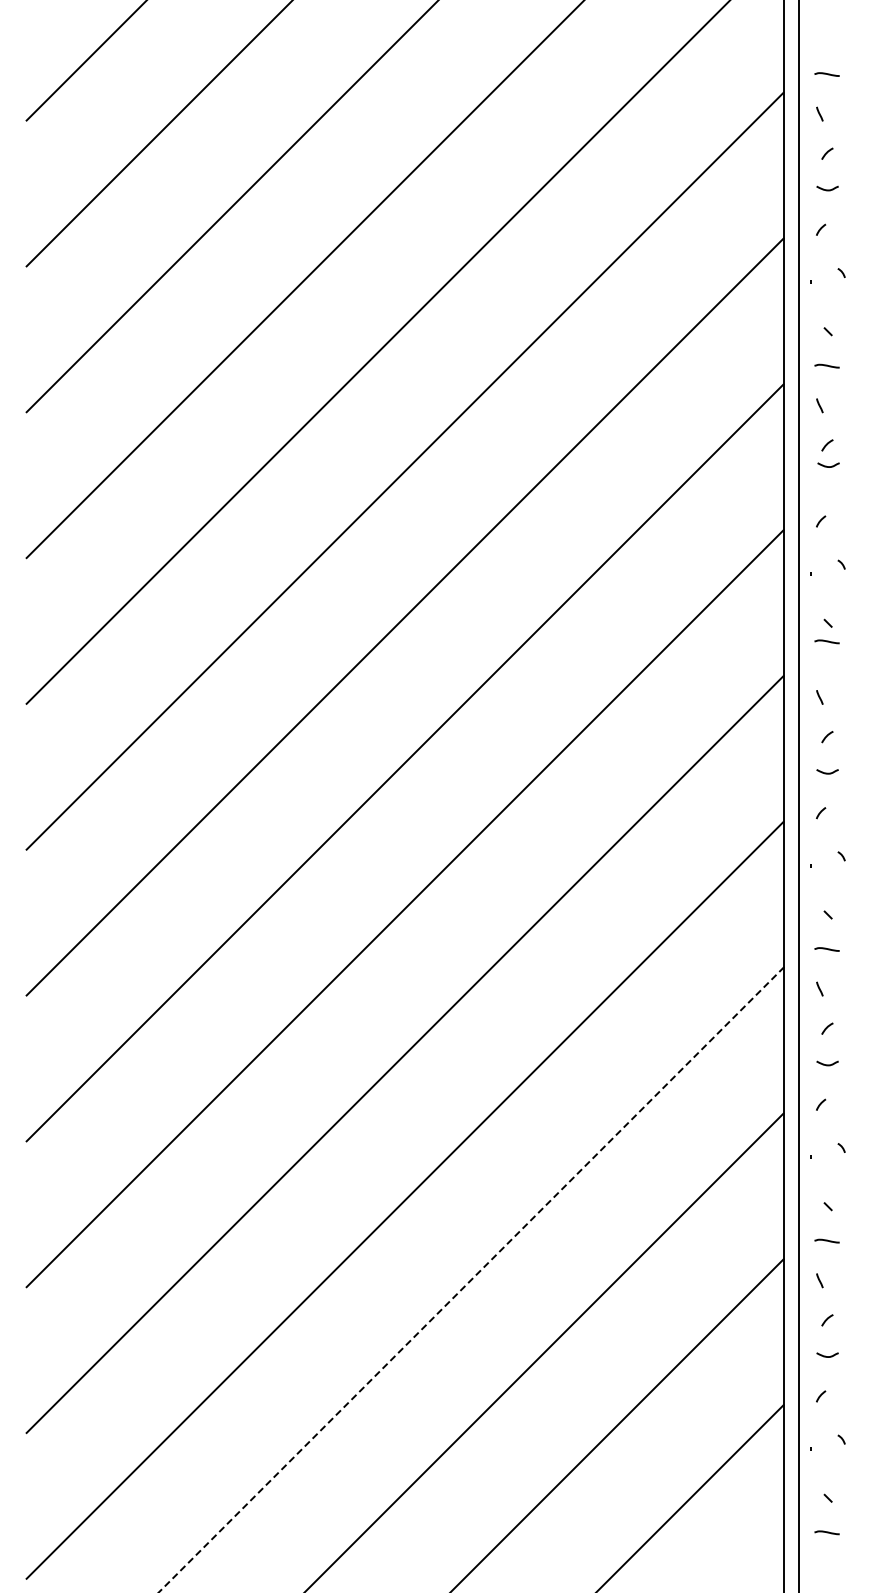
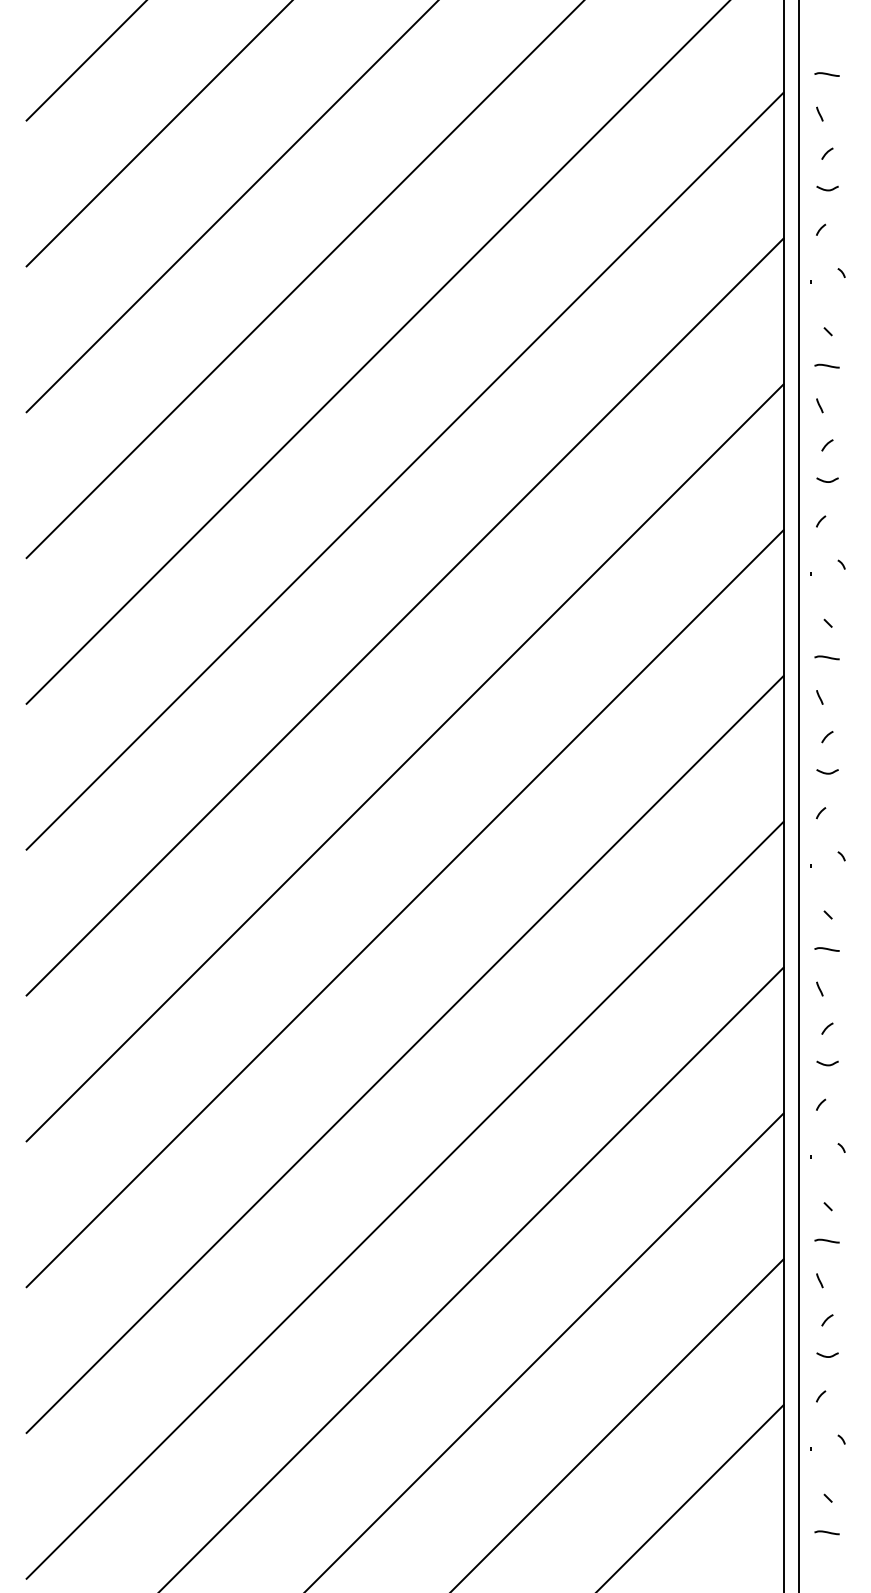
curve at (828, 466) position: (828, 466) -> (827, 481)
curve at (826, 641) position: (826, 641) -> (826, 657)
line at (471, 1280): dashed -> solid
